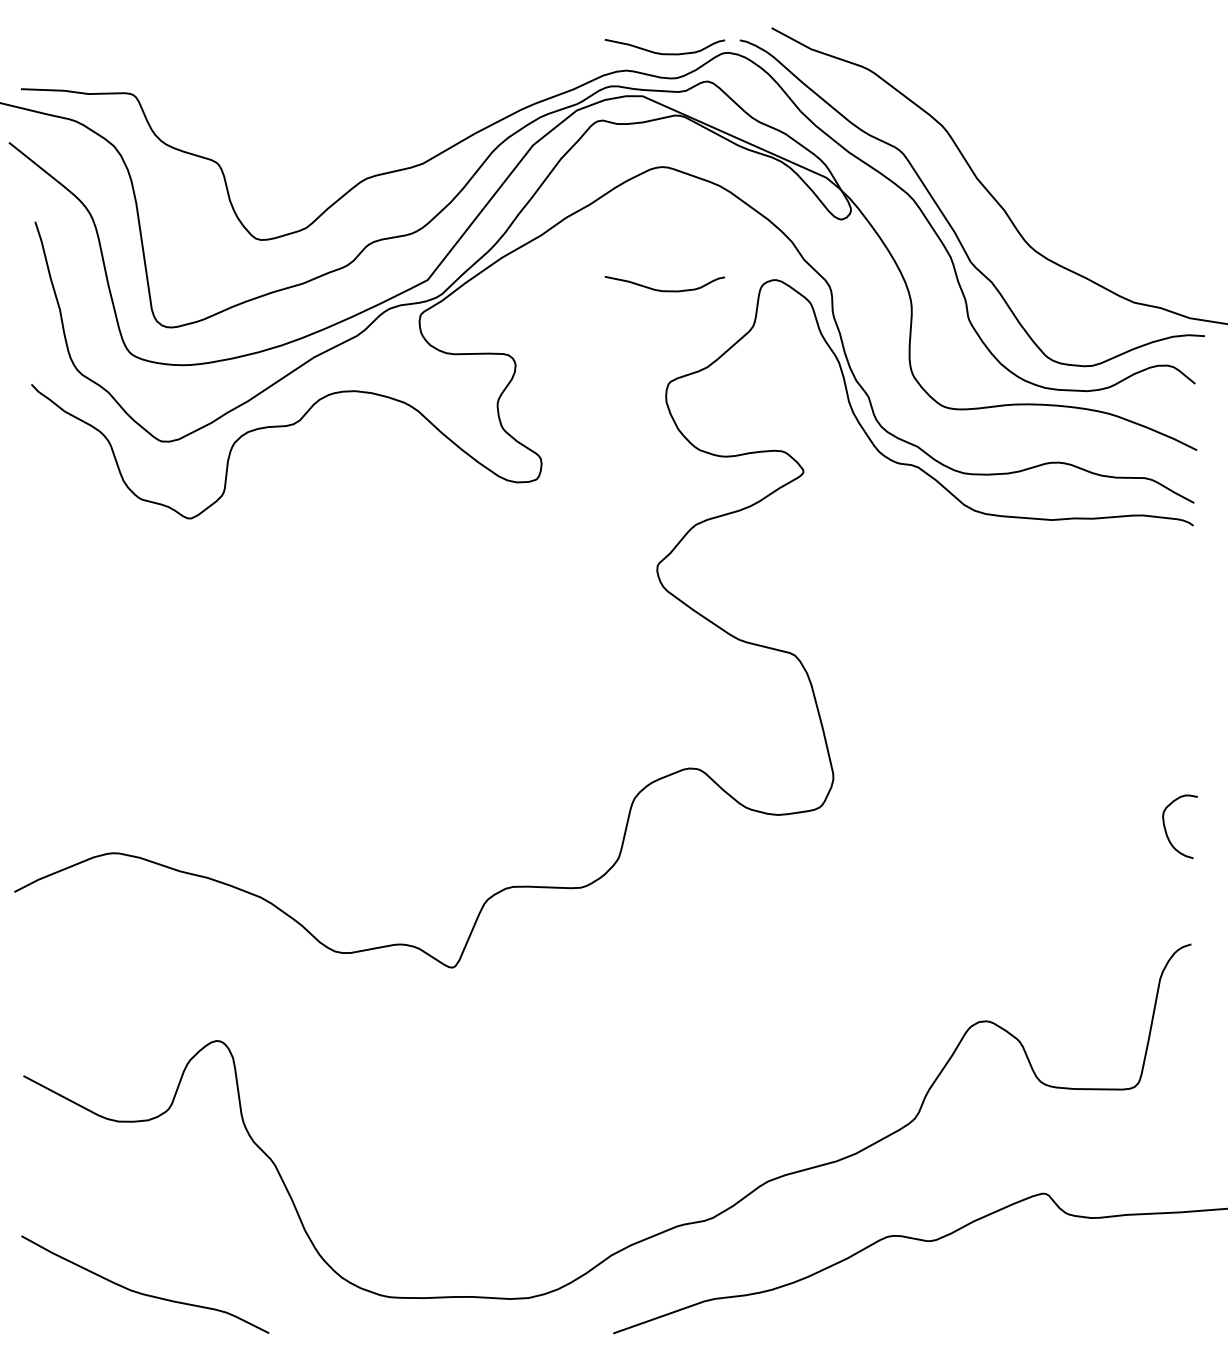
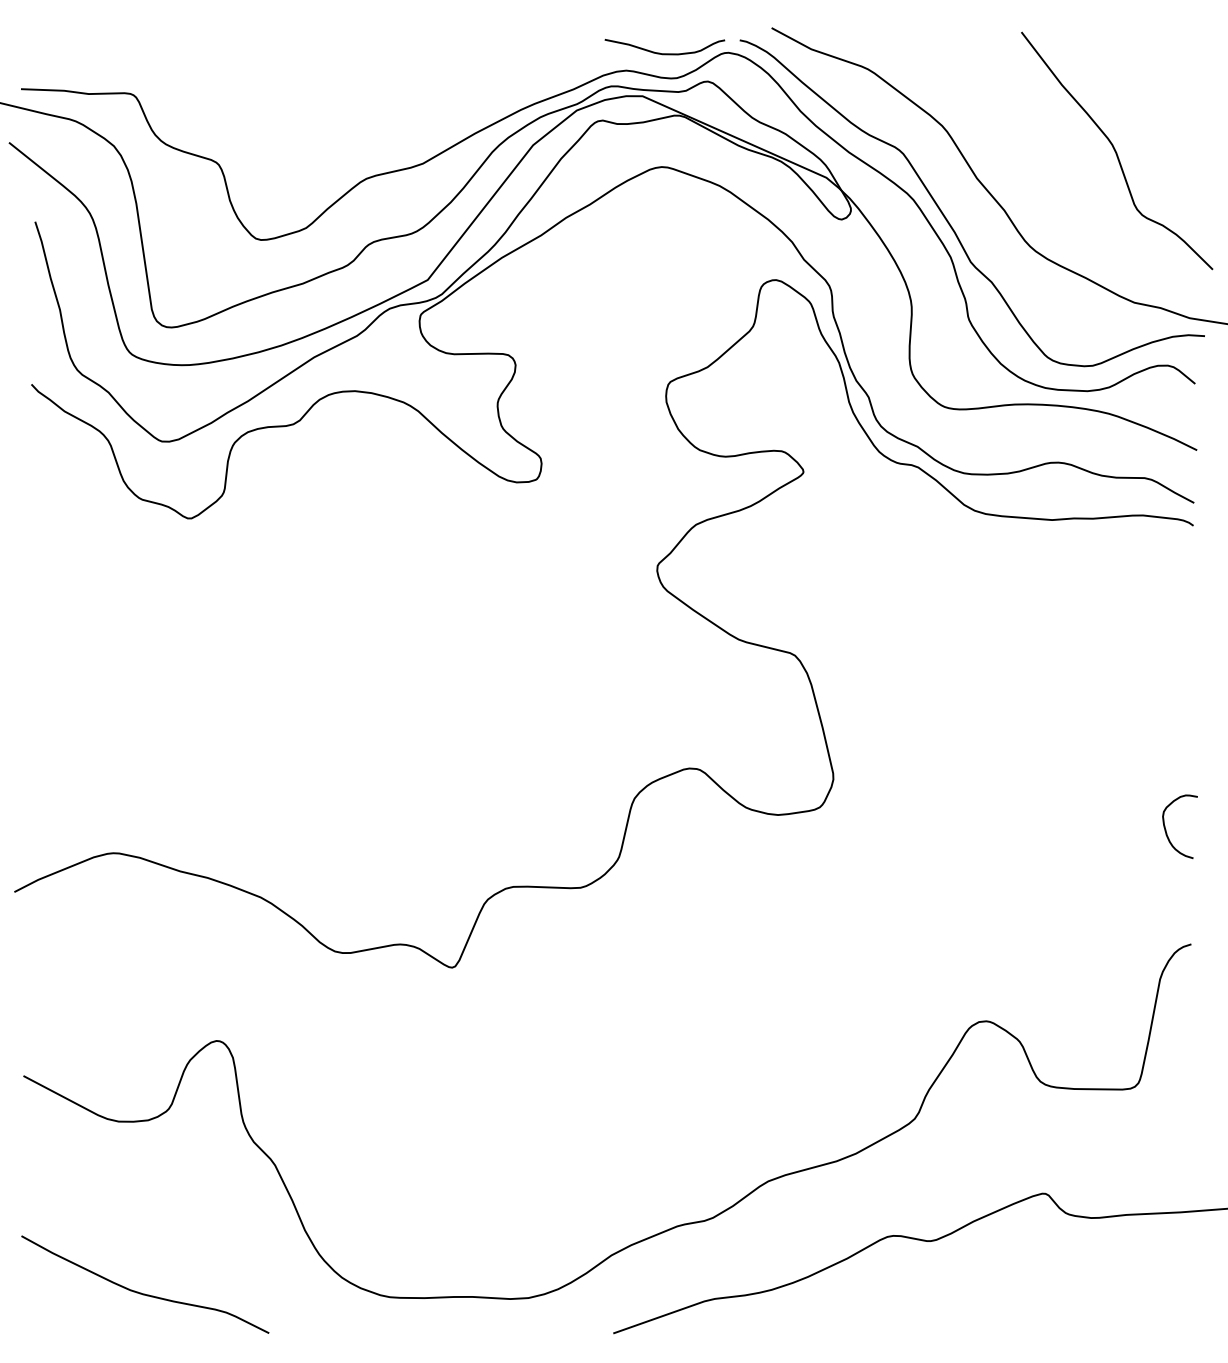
curve at (1116, 150): none -> present
curve at (664, 290): present -> none
